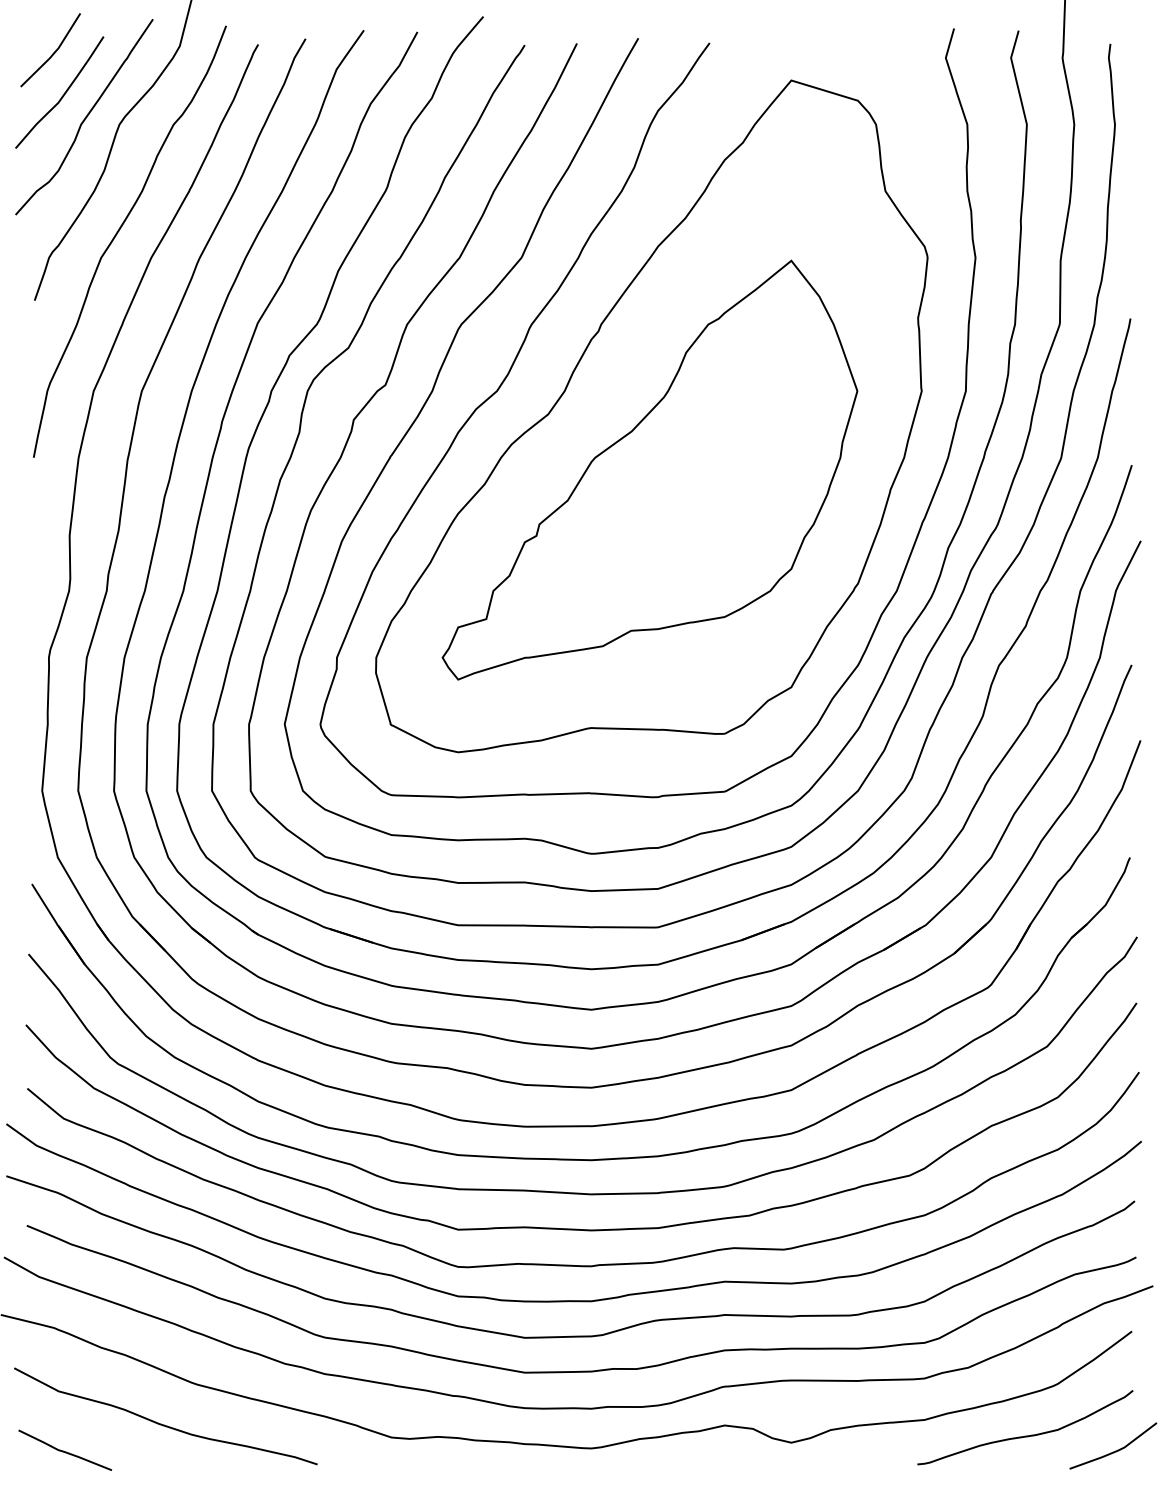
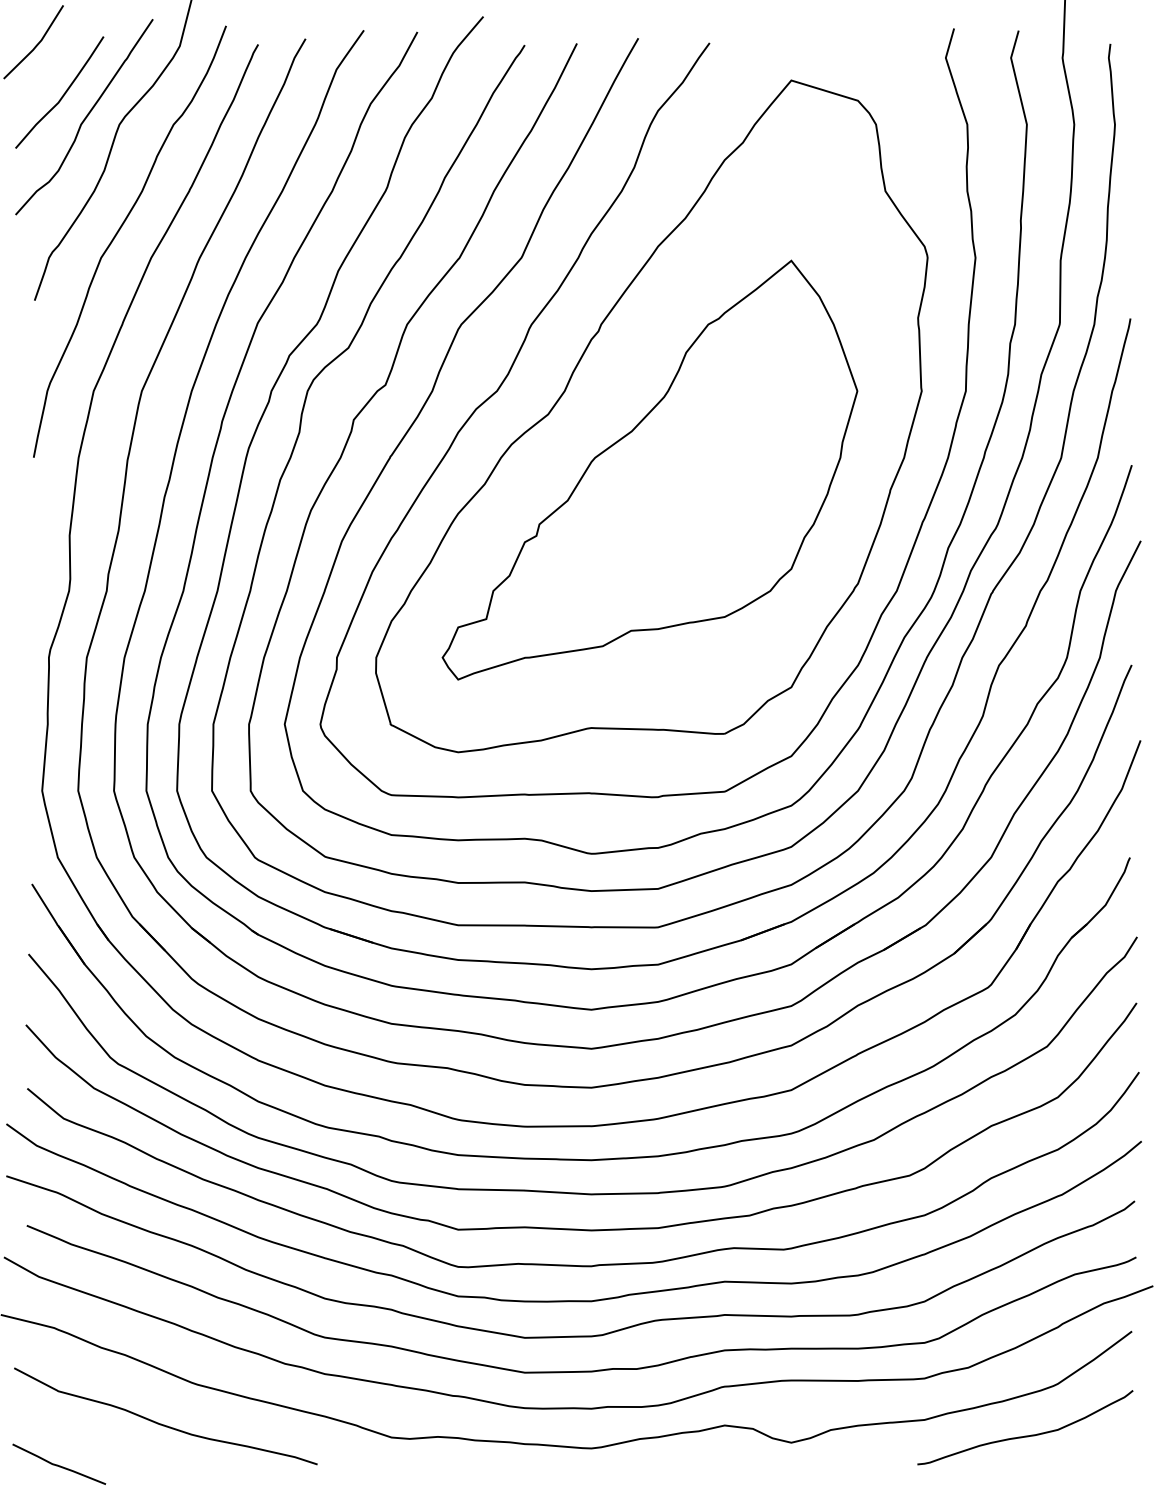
line at (53, 52) position: (53, 52) -> (36, 44)
line at (1115, 1450): present -> none
curve at (65, 1451) position: (65, 1451) -> (59, 1465)
